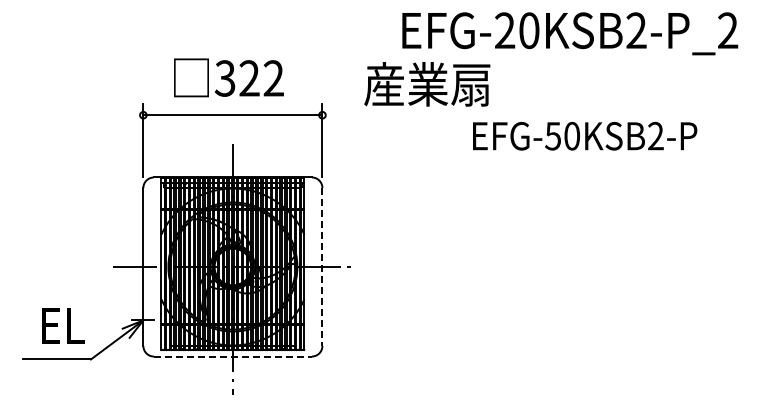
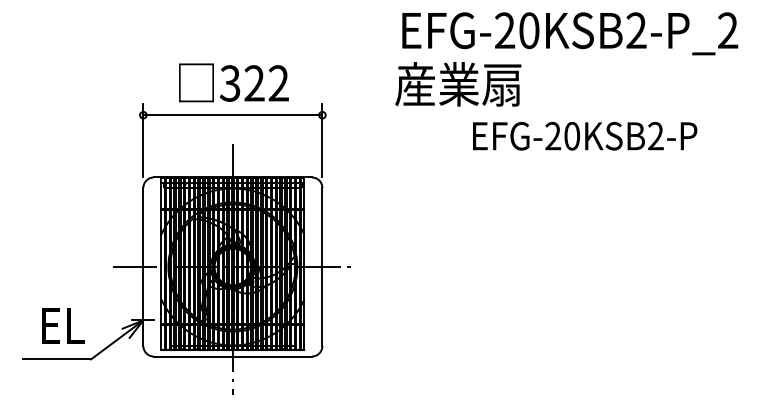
text at (228, 77) position: (228, 77) -> (233, 82)
text at (427, 84) position: (427, 84) -> (458, 84)
text at (553, 135): EFG-50KSB2-P -> EFG-20KSB2-P
line at (322, 267): dashed -> solid
line at (232, 356): dashed -> solid
